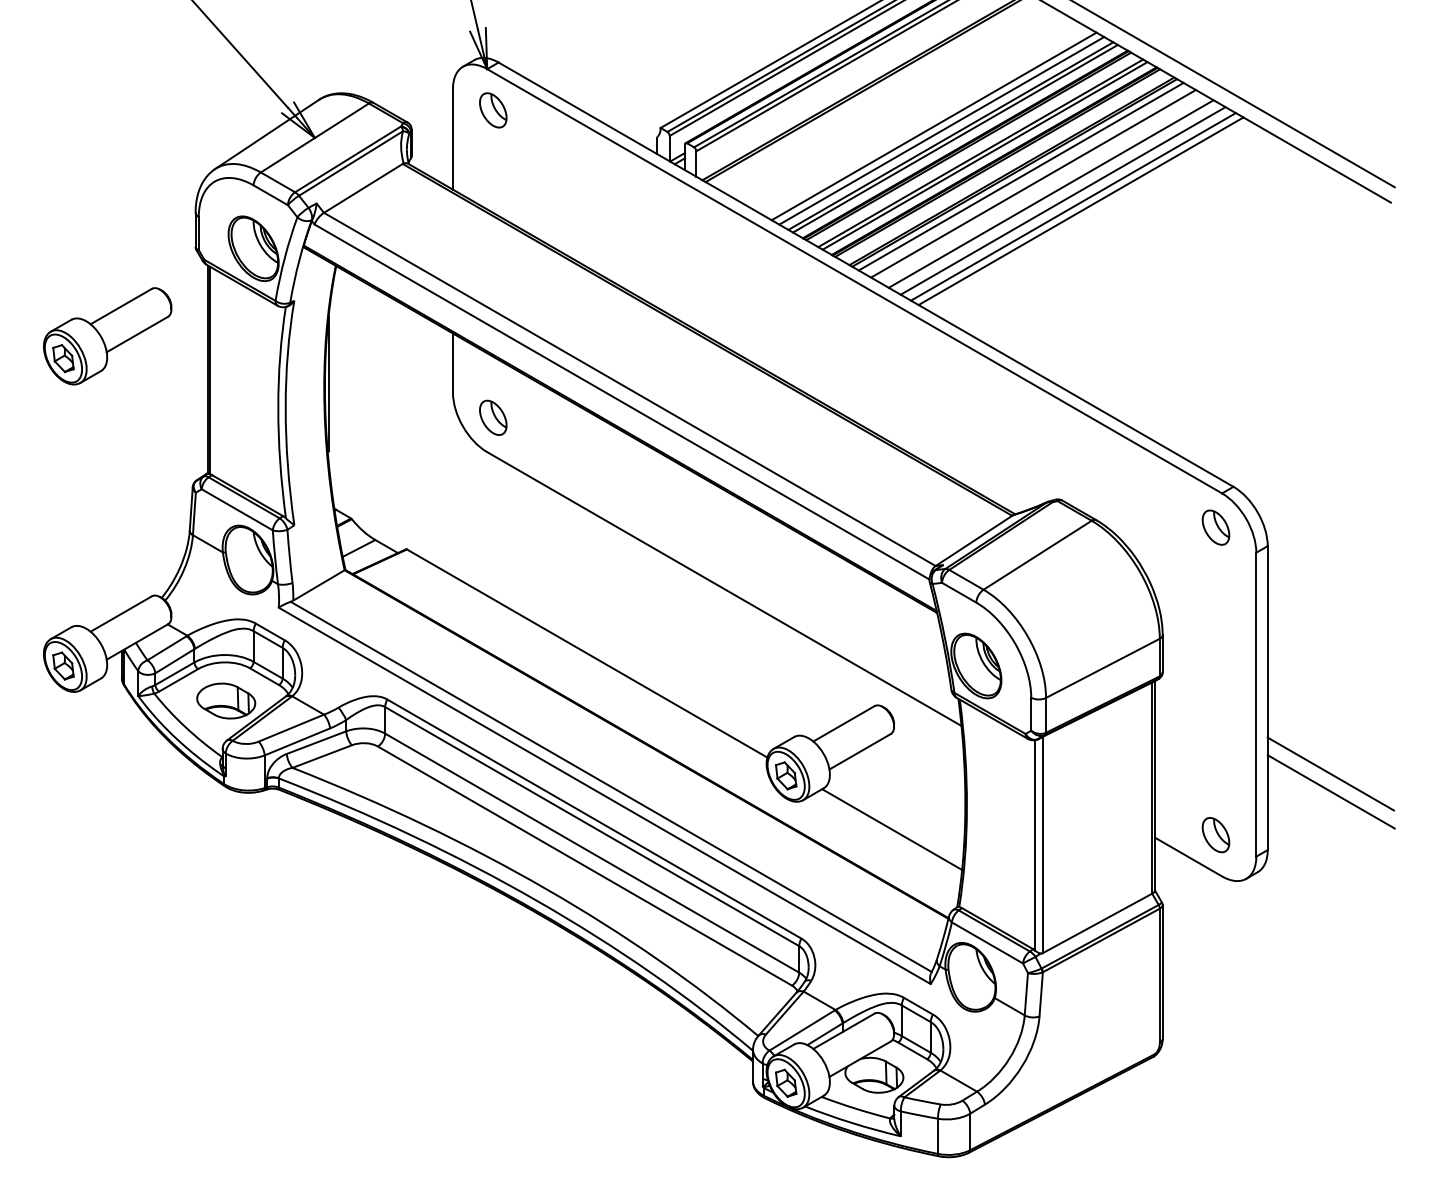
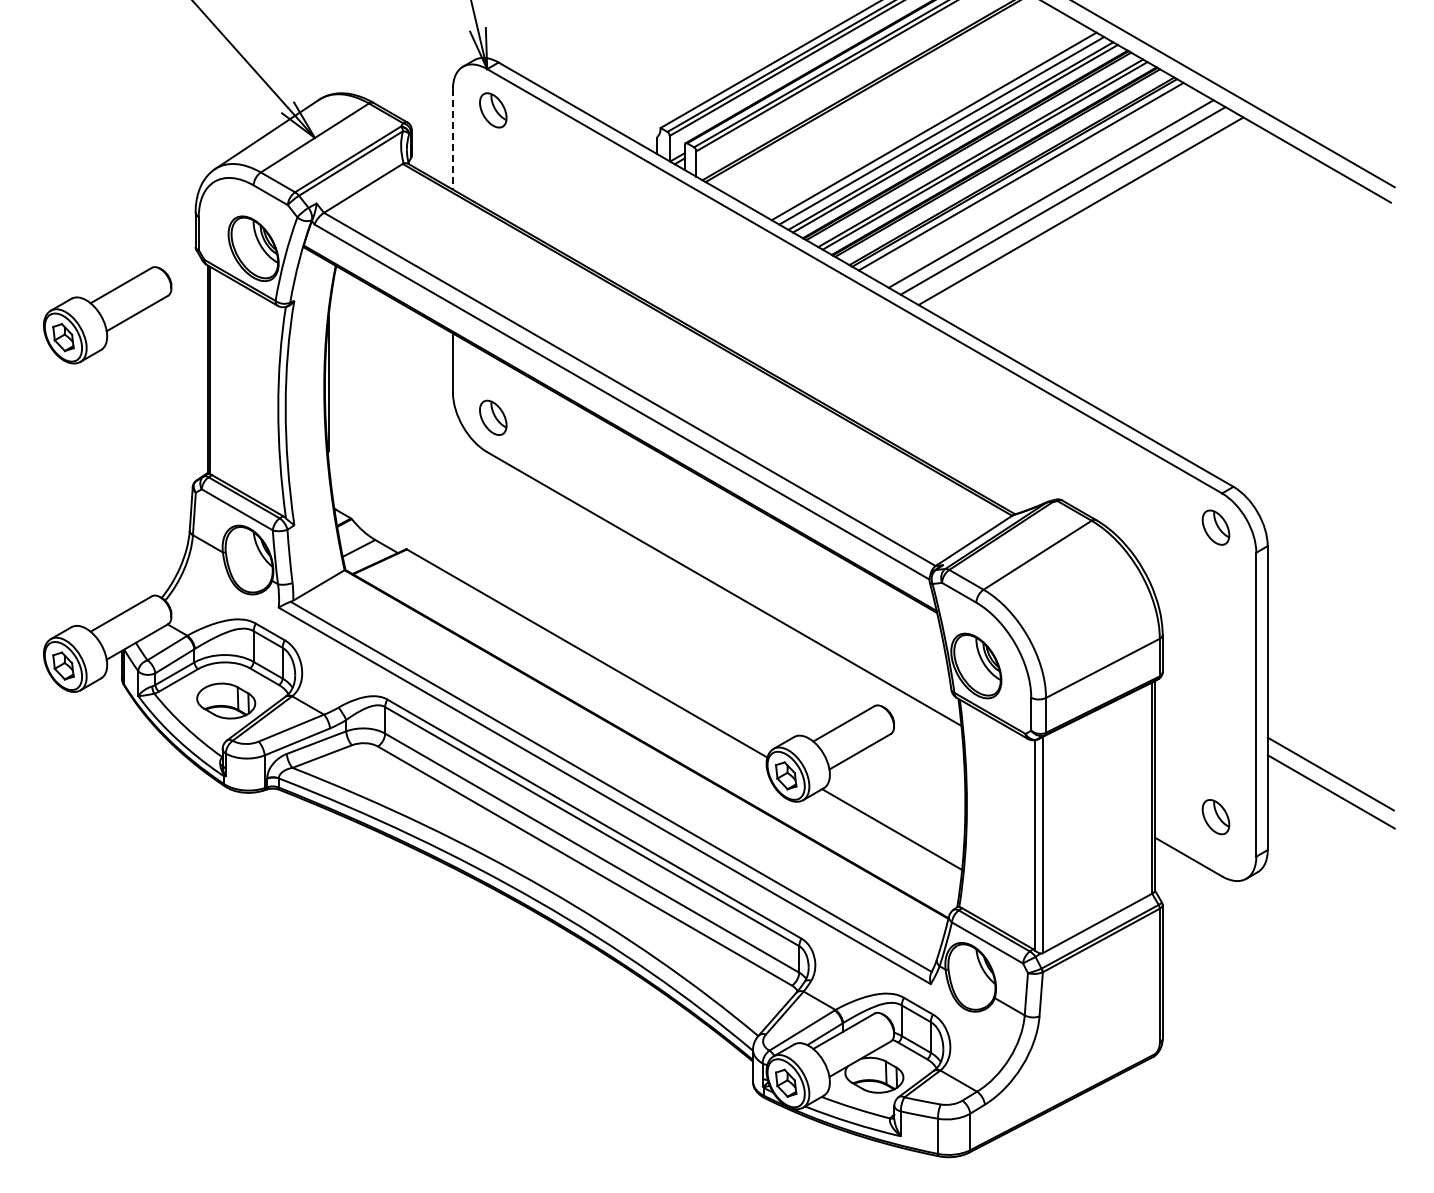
line at (452, 139): solid -> dashed
line at (1033, 183): present -> none
line at (1073, 206): present -> none
part at (107, 336) position: (107, 336) -> (107, 315)
part at (1215, 835) position: (1215, 835) -> (1215, 817)
